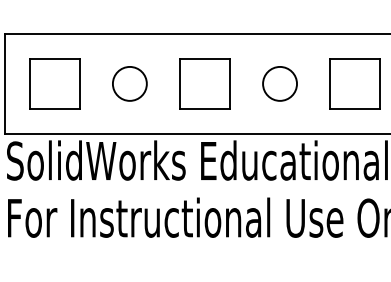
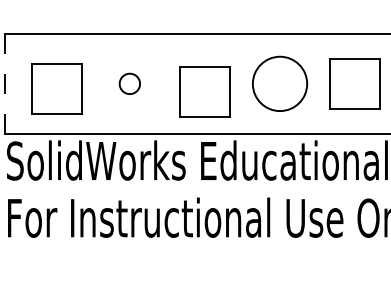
line at (4, 83): solid -> dashed
part at (54, 83) position: (54, 83) -> (56, 88)
circle at (129, 83) diameter: 34 px -> 20 px
part at (204, 83) position: (204, 83) -> (204, 91)
circle at (280, 83) diameter: 34 px -> 54 px
